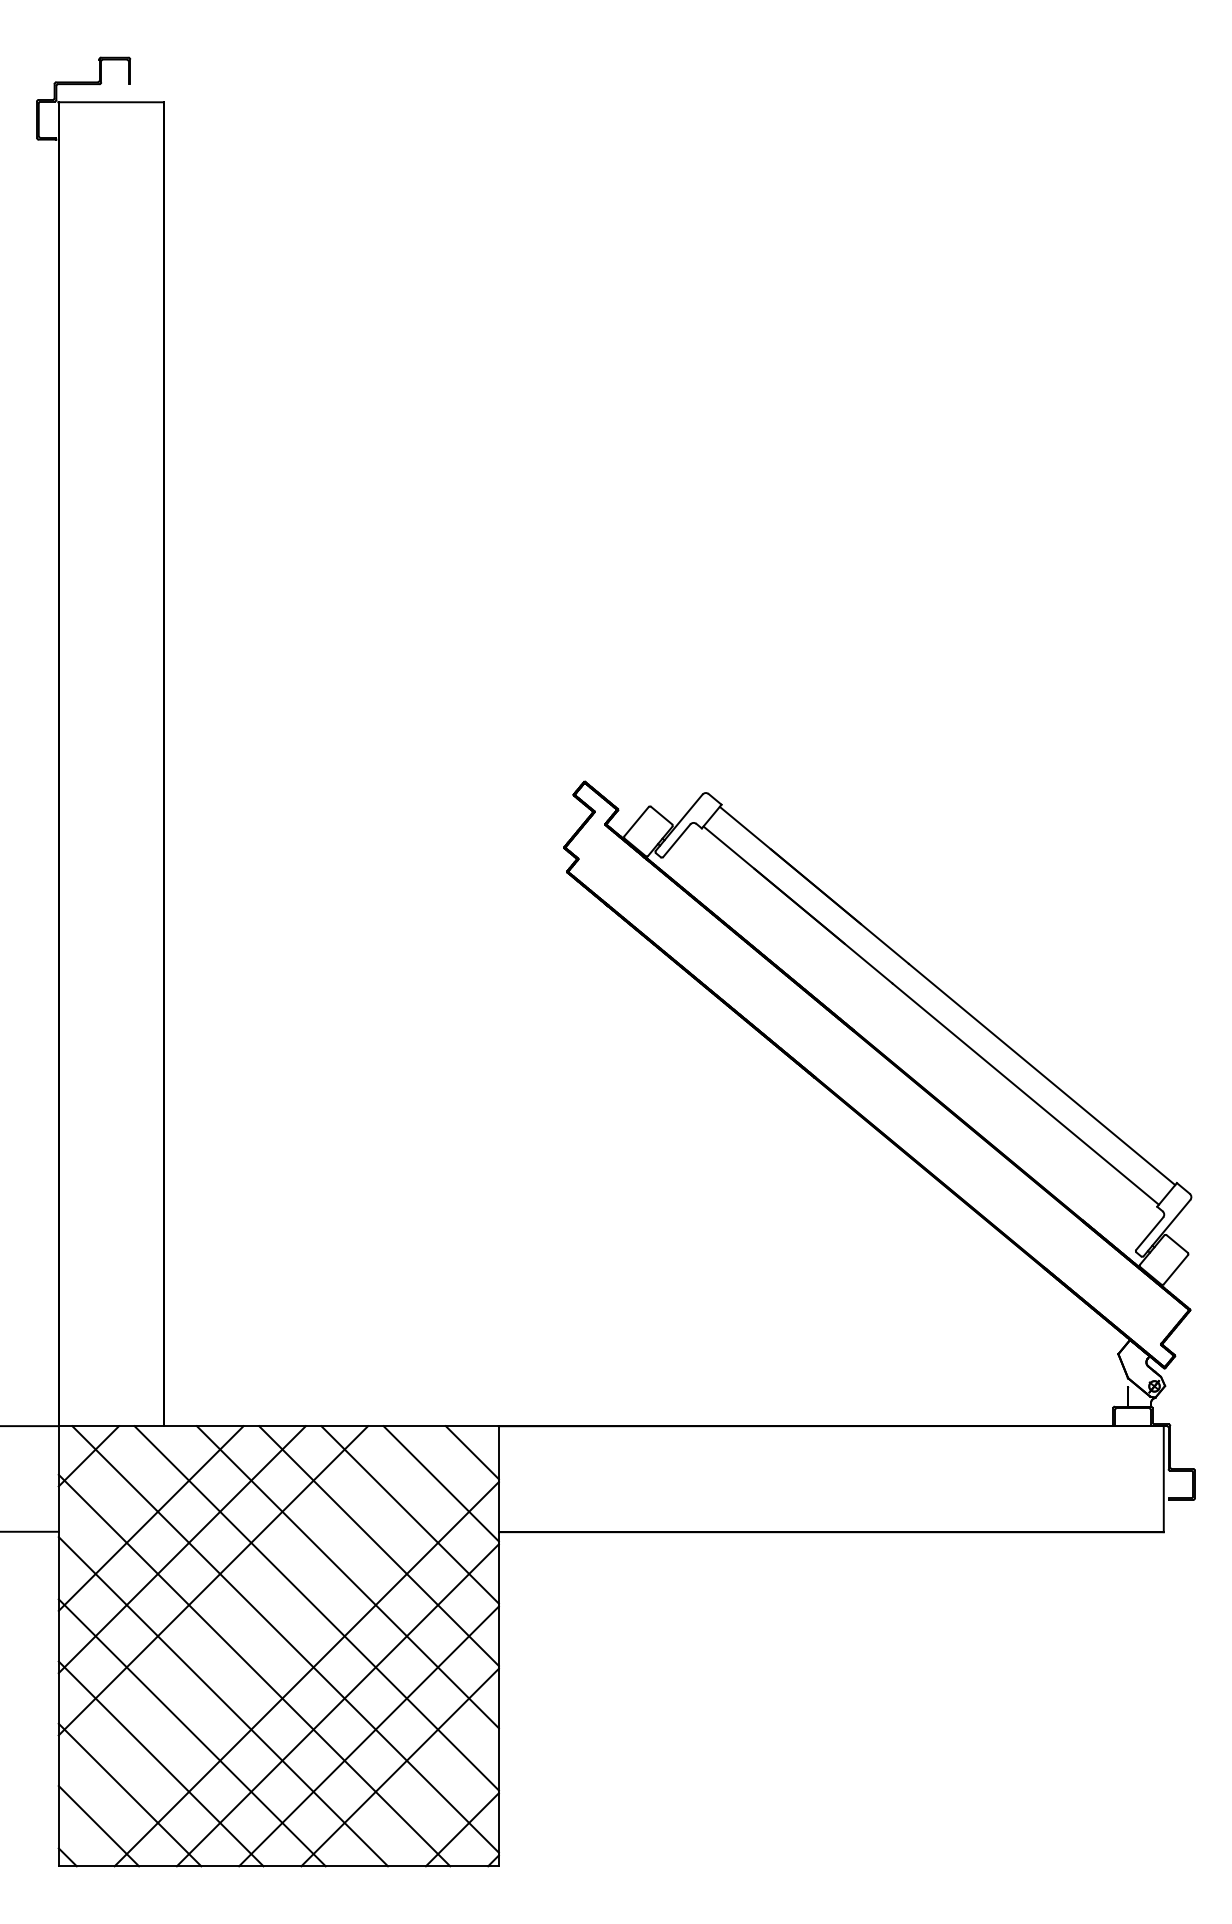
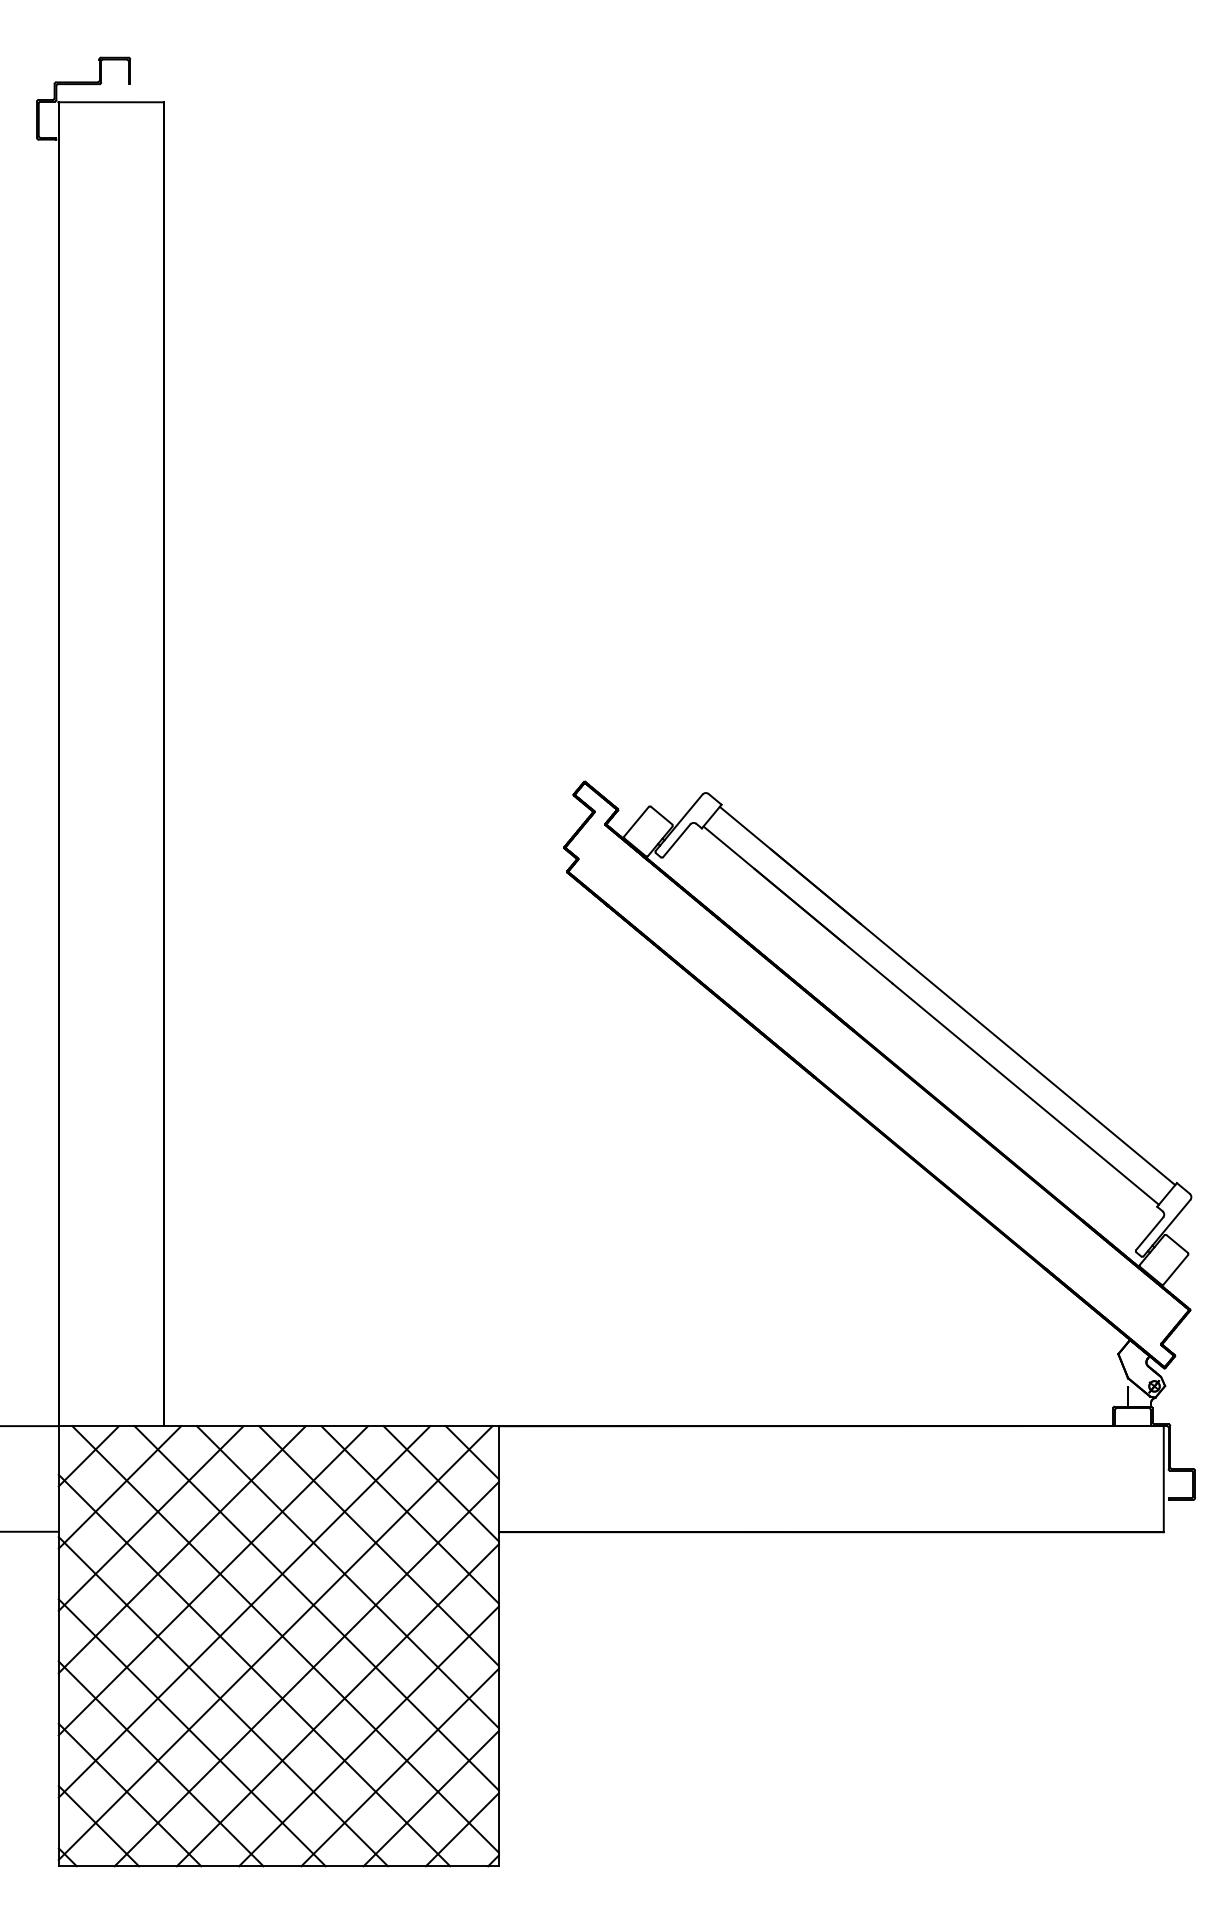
line at (119, 1487): none -> present
line at (244, 1611): none -> present
line at (275, 1642): none -> present
line at (430, 1798): none -> present
